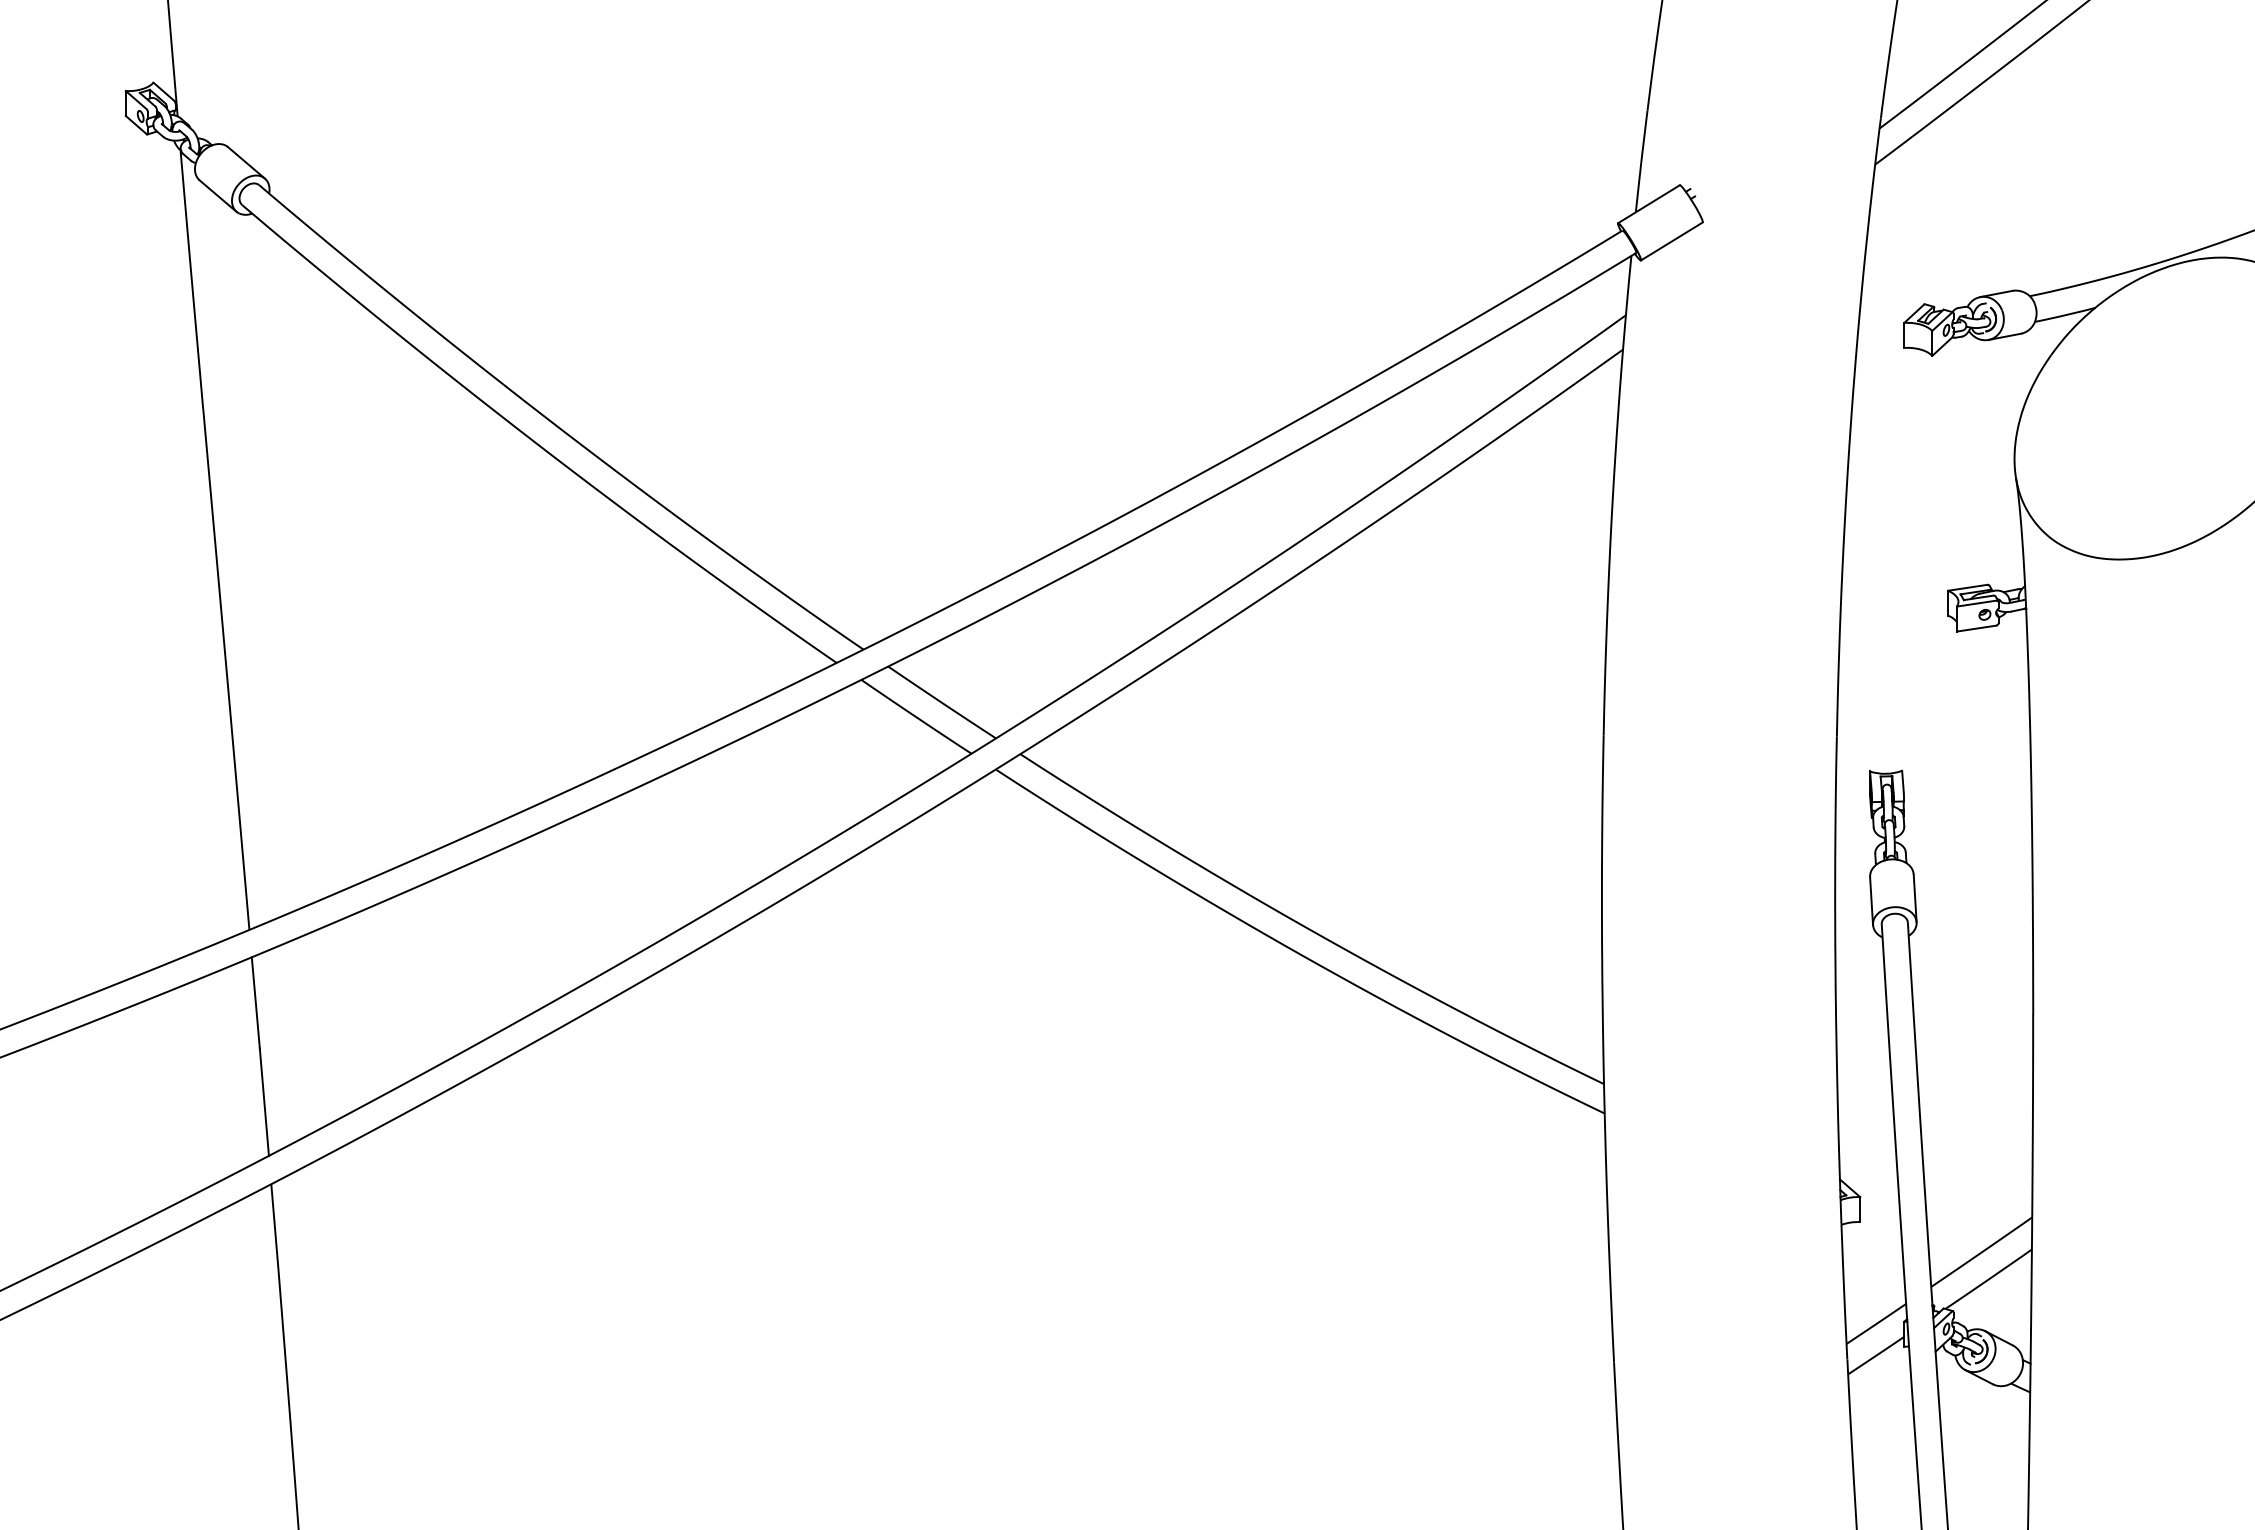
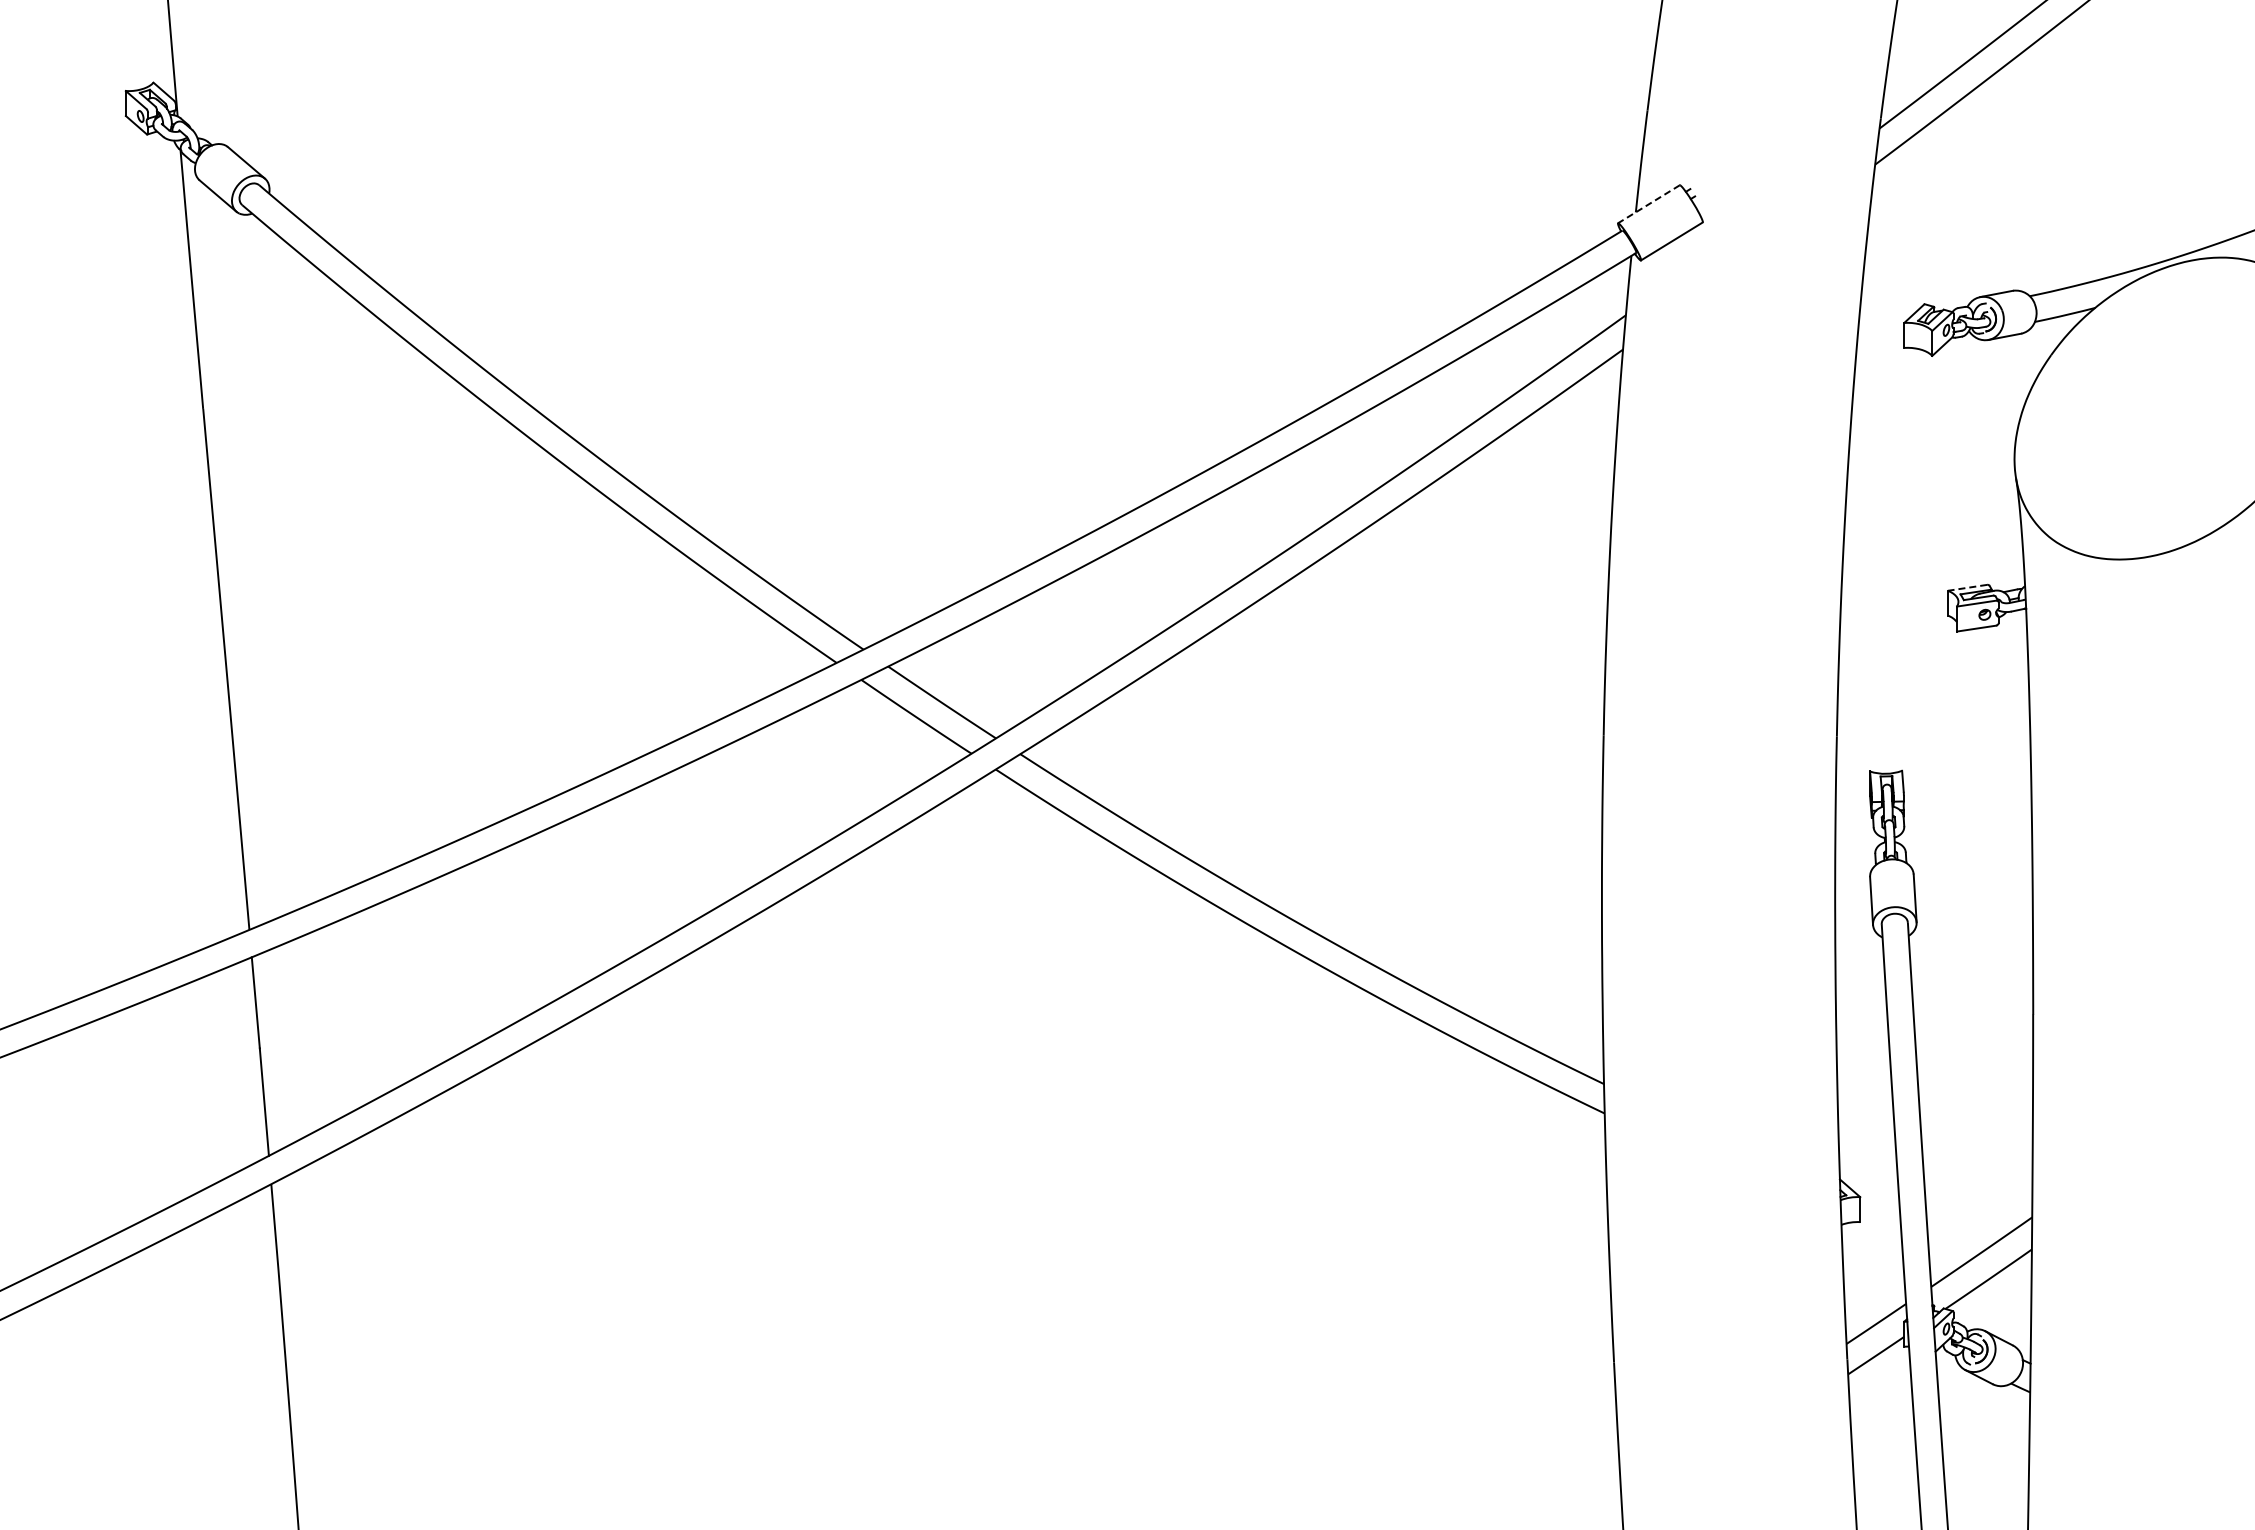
line at (1648, 204): solid -> dashed
line at (1967, 587): solid -> dashed
